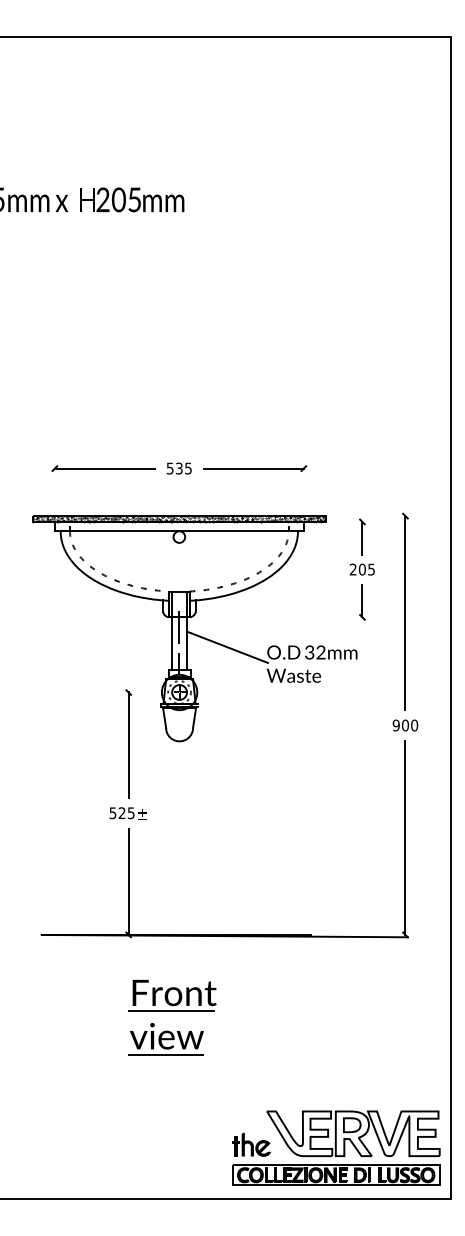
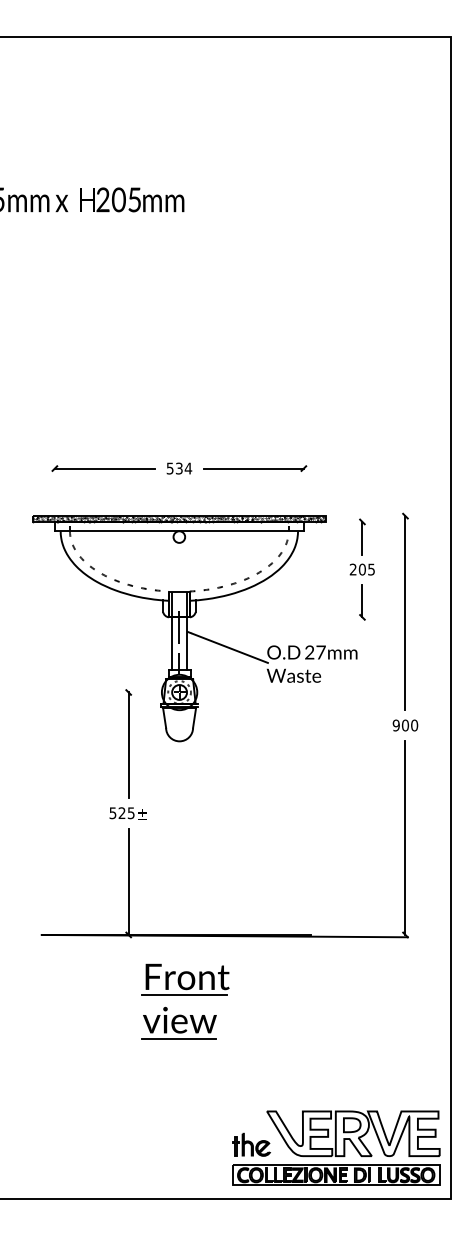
text at (188, 468): 535 -> 534
text at (315, 652): 32mm -> 27mm
part at (172, 1017) position: (172, 1017) -> (185, 1001)
